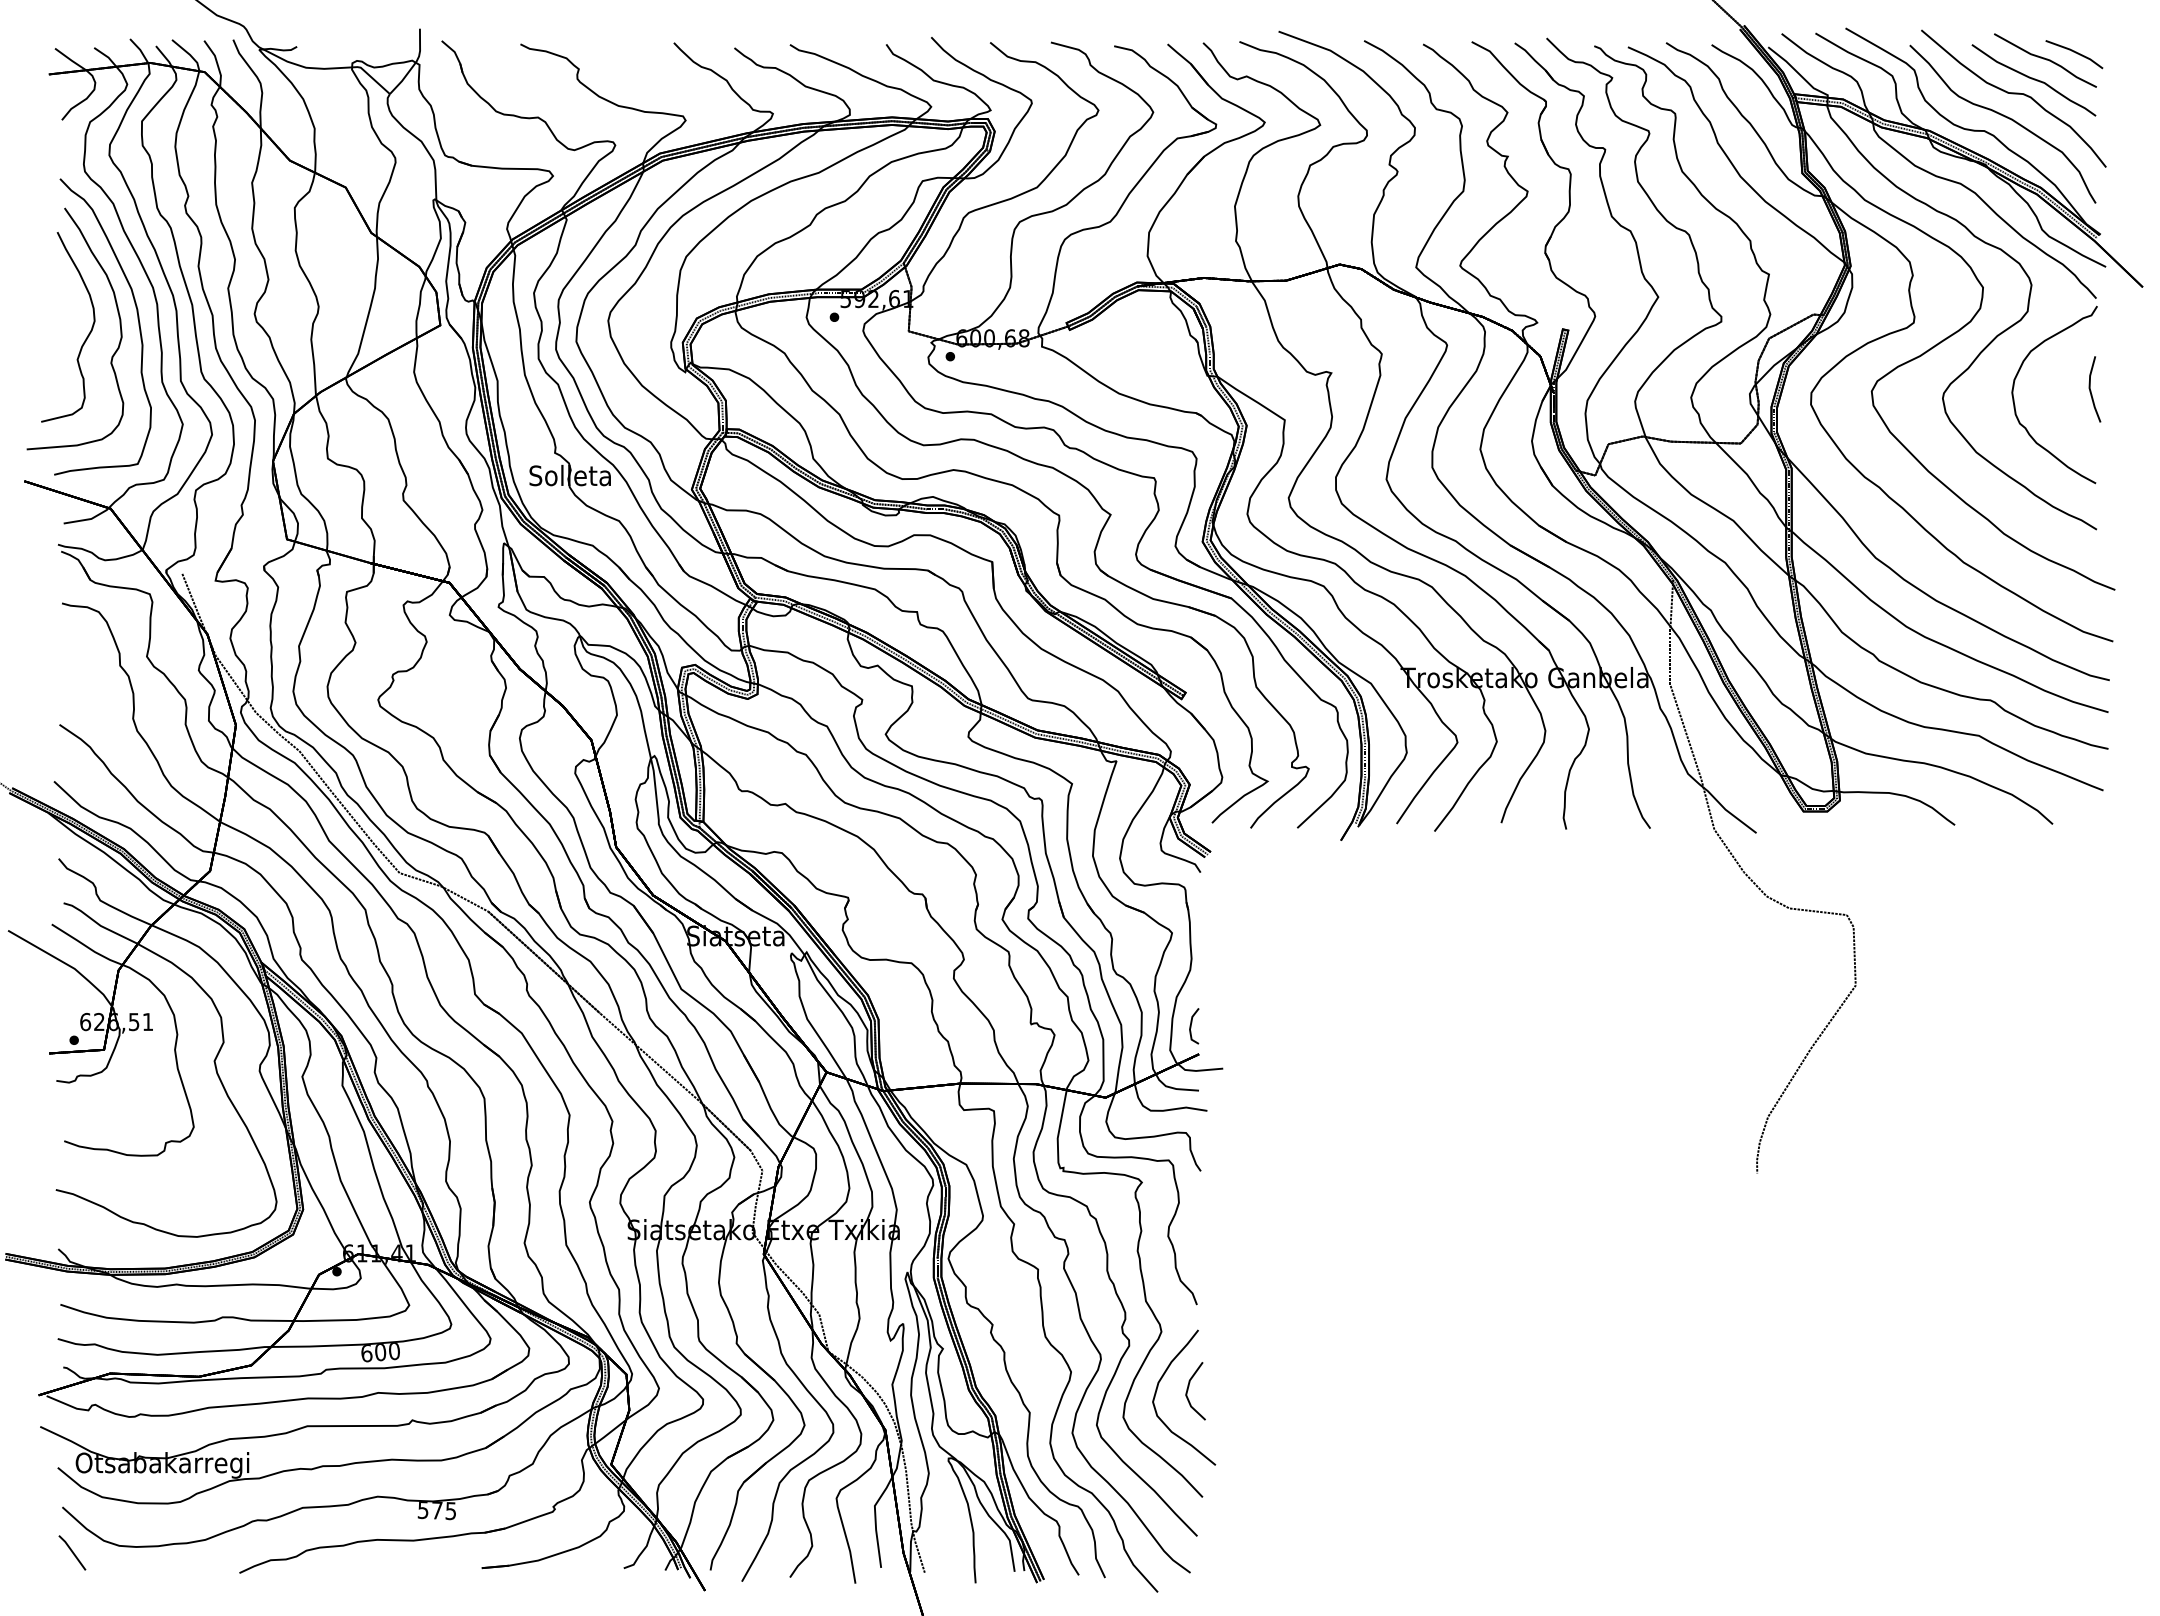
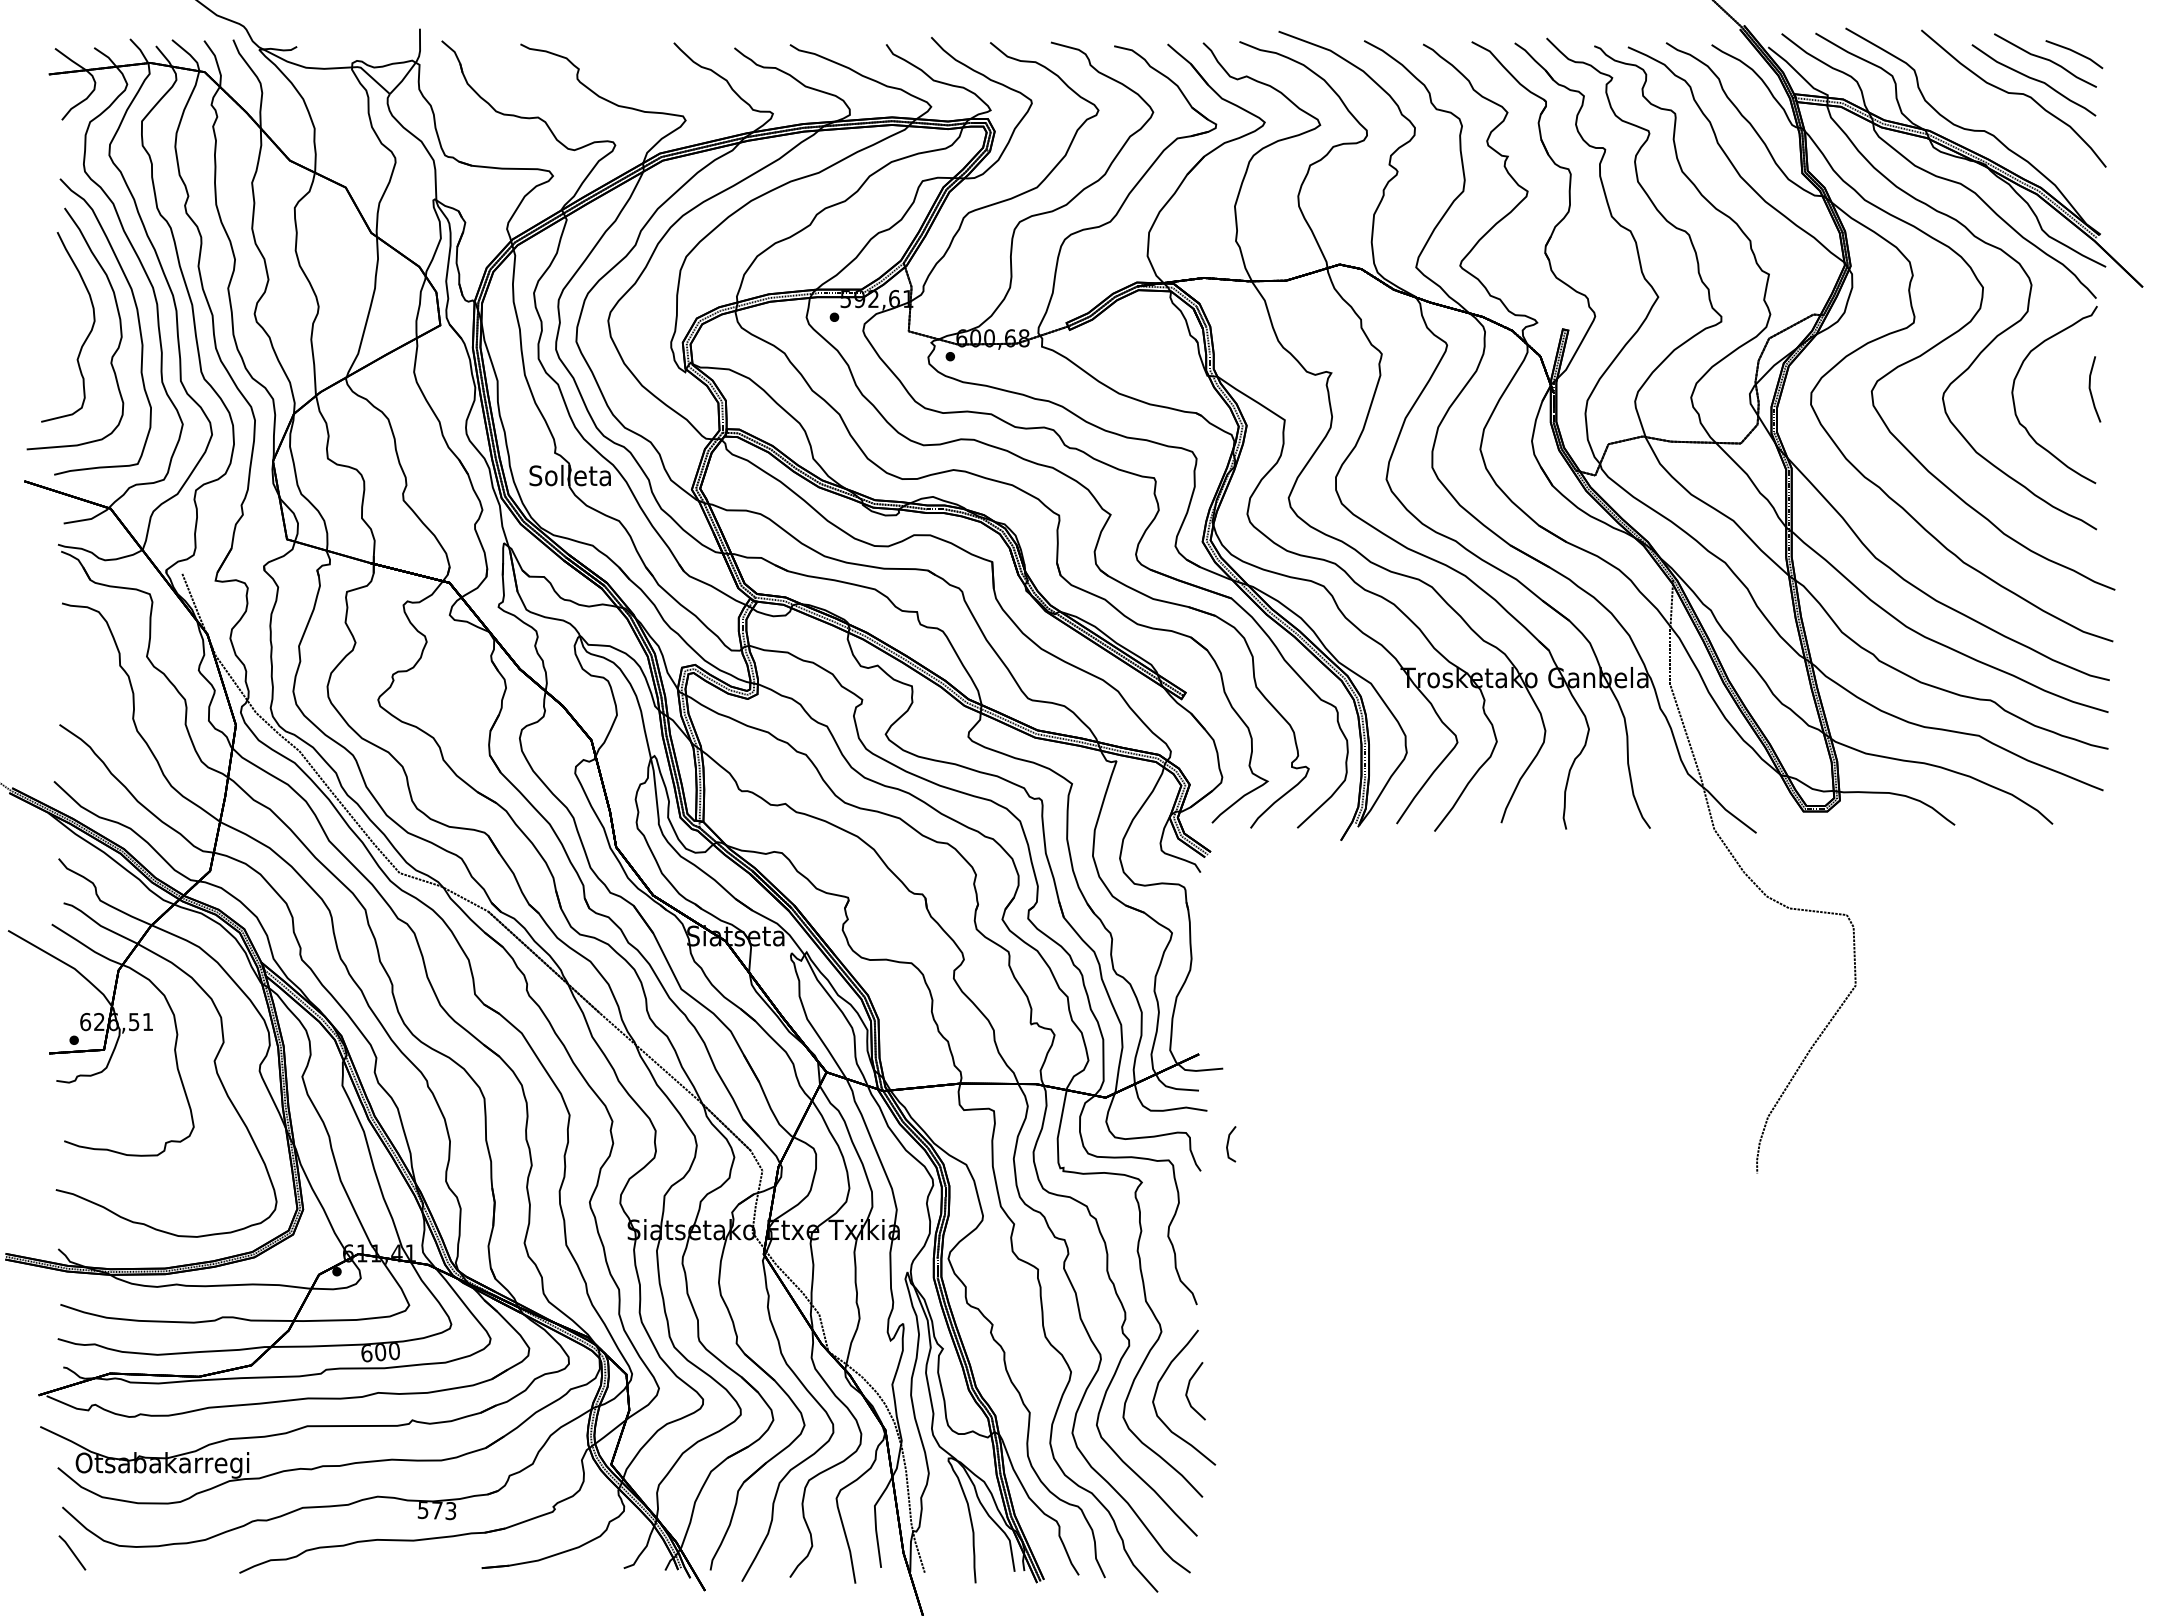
part at (2004, 117): present -> none
line at (1191, 1026) position: (1191, 1026) -> (1228, 1144)
text at (451, 1510): 575 -> 573
